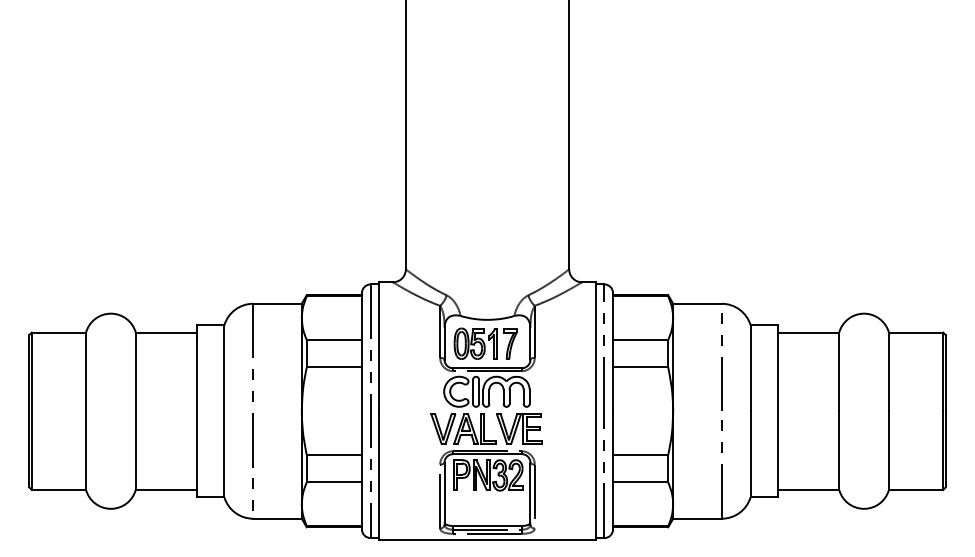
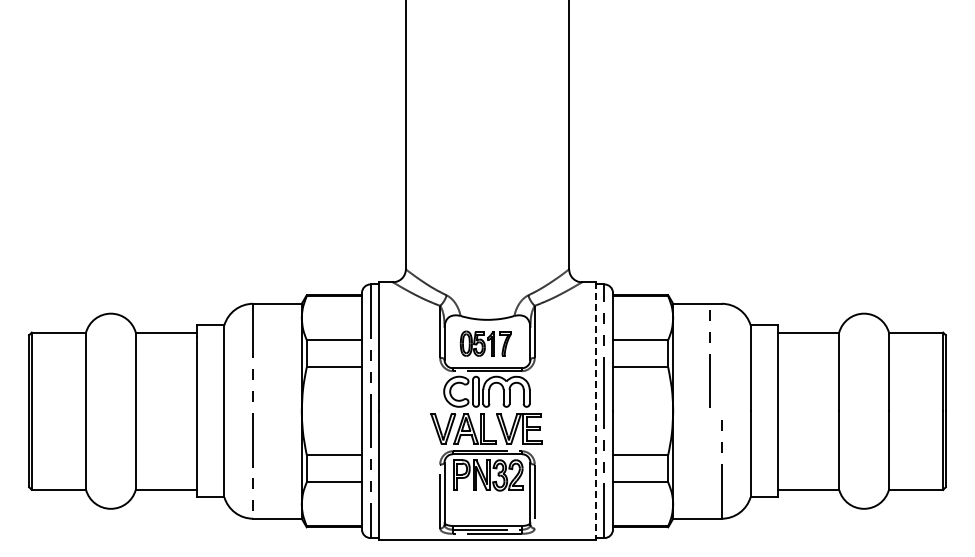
part at (485, 343) size: 65x33 px -> 53x27 px
line at (721, 361) position: (721, 361) -> (709, 358)
line at (595, 411): solid -> dashed
